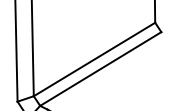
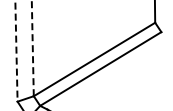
line at (32, 48): solid -> dashed
line at (16, 51): solid -> dashed
